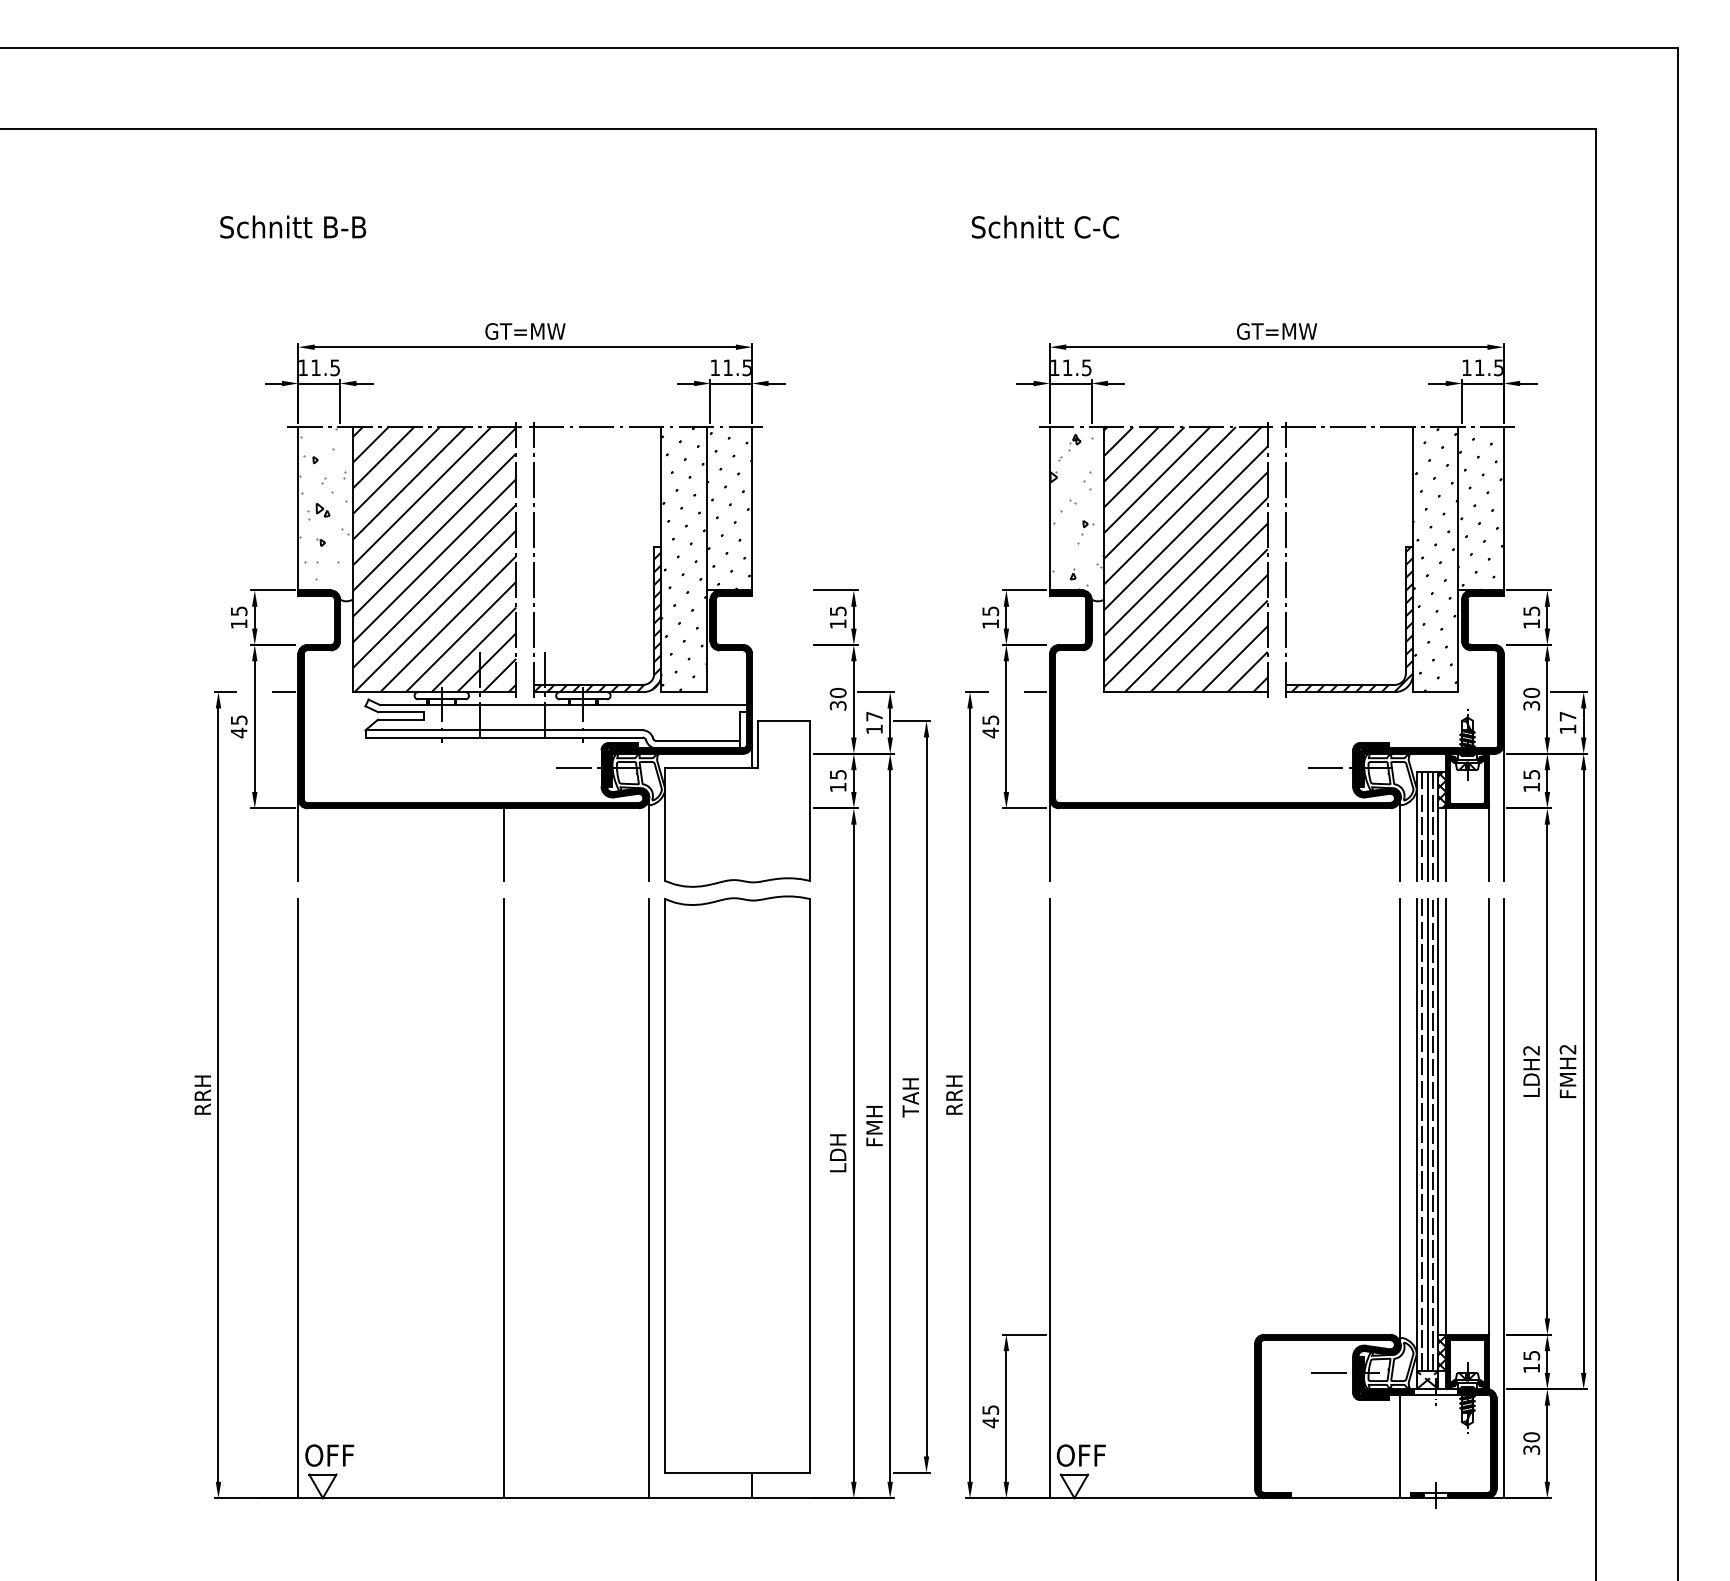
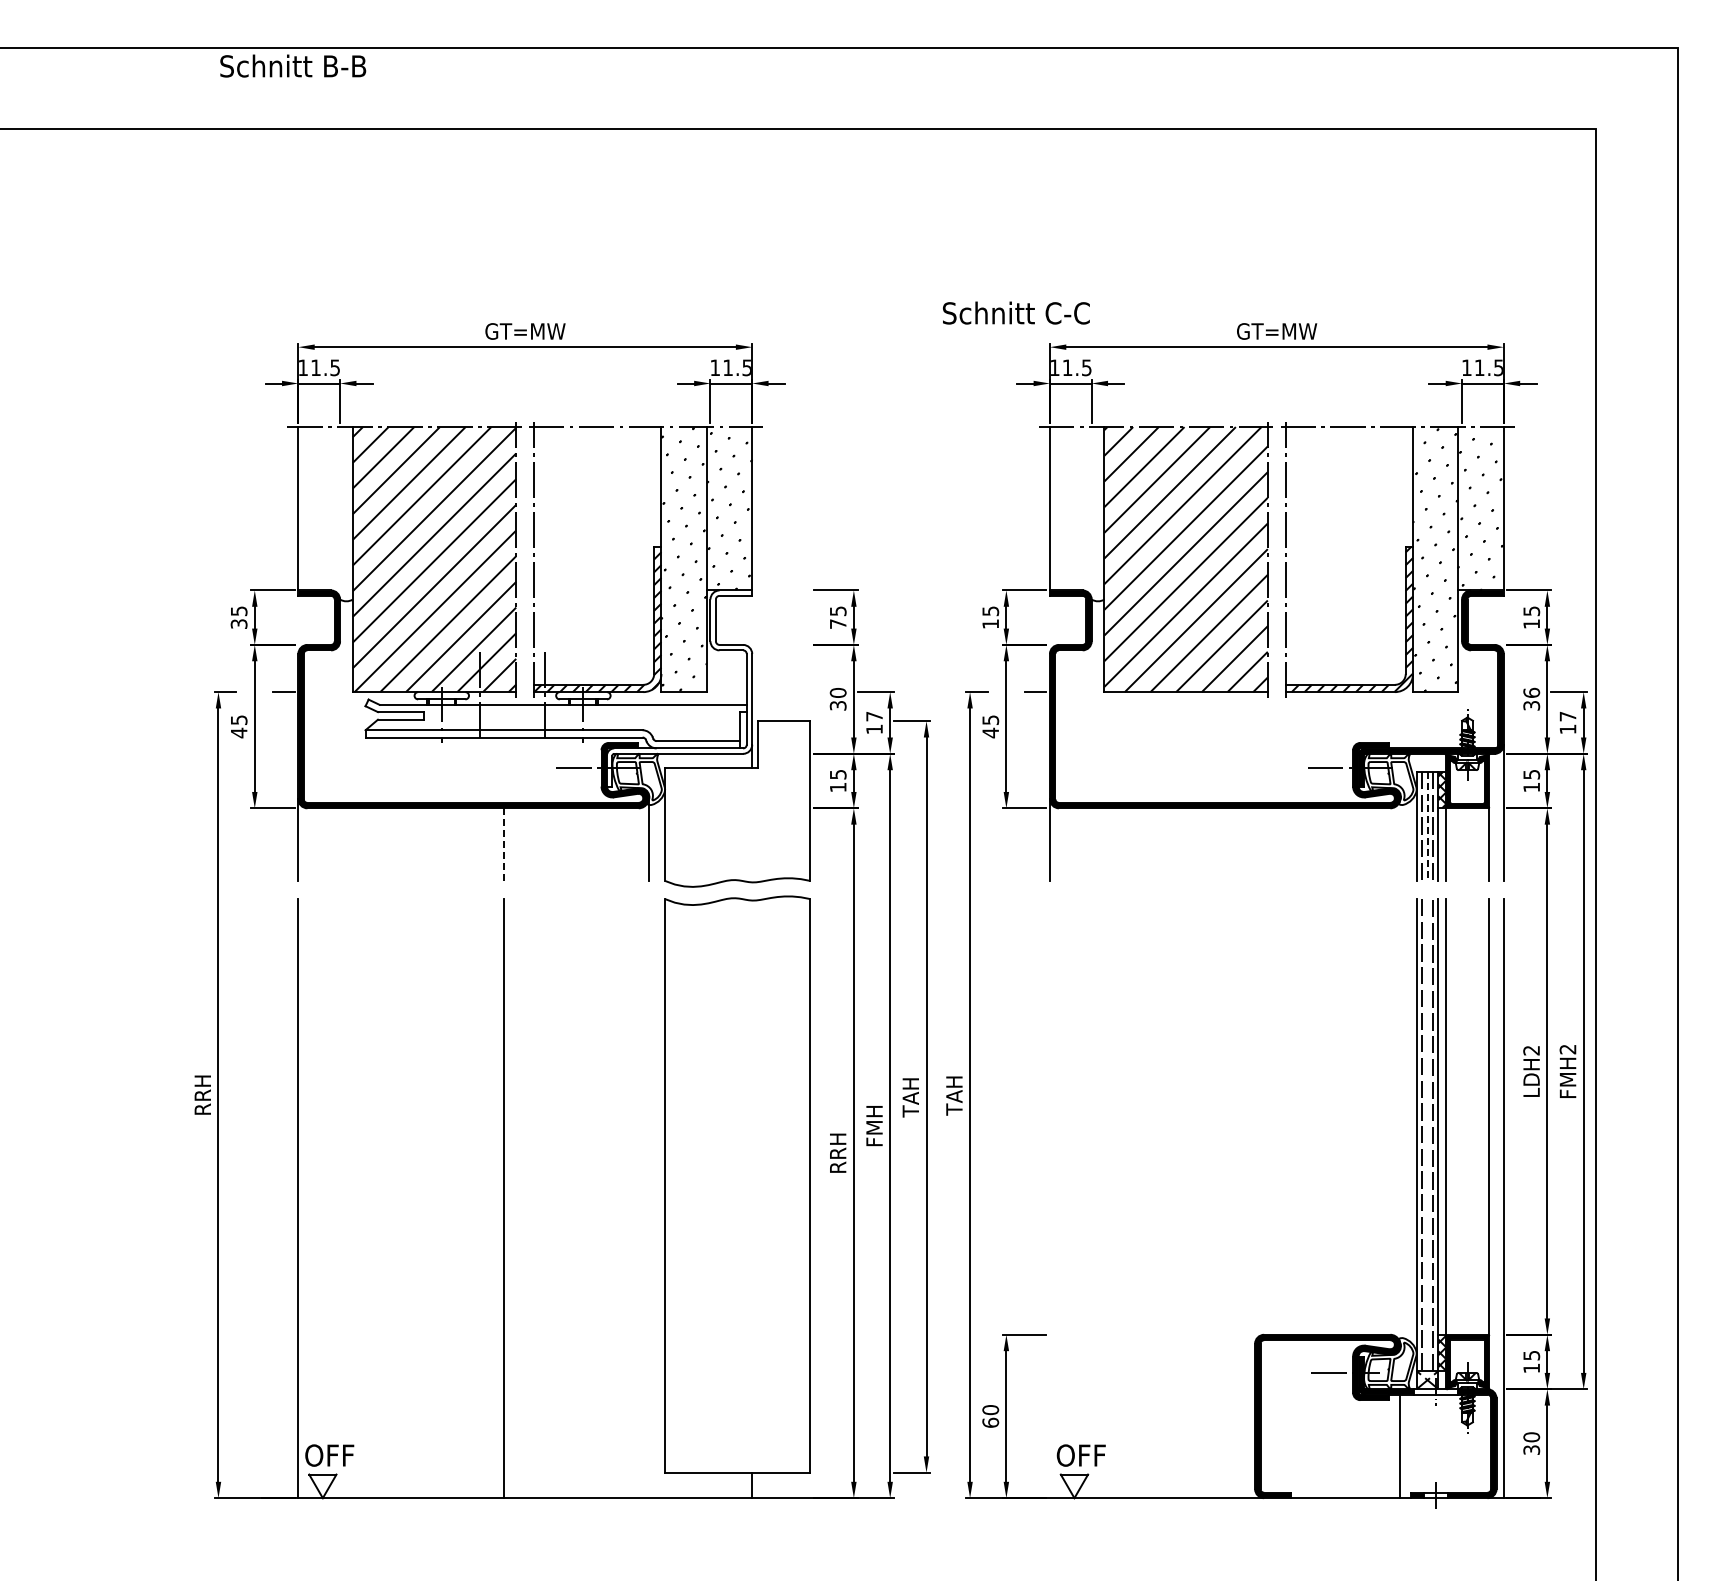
text at (293, 226) position: (293, 226) -> (293, 65)
text at (1045, 226) position: (1045, 226) -> (1016, 312)
hatch at (322, 503): present -> none
hatch at (1077, 511): present -> none
text at (238, 623): 15 -> 35
text at (838, 623): 15 -> 75
fill at (679, 688): present -> none
text at (1531, 692): 30 -> 36
line at (1427, 826): solid -> dashed
line at (1400, 839): present -> none
line at (503, 845): solid -> dashed
text at (954, 1095): RRH -> TAH
line at (1400, 1121): present -> none
line at (1427, 1135): present -> none
text at (838, 1152): LDH -> RRH
line at (648, 1198): present -> none
line at (1049, 1198): present -> none
text at (990, 1416): 45 -> 60
